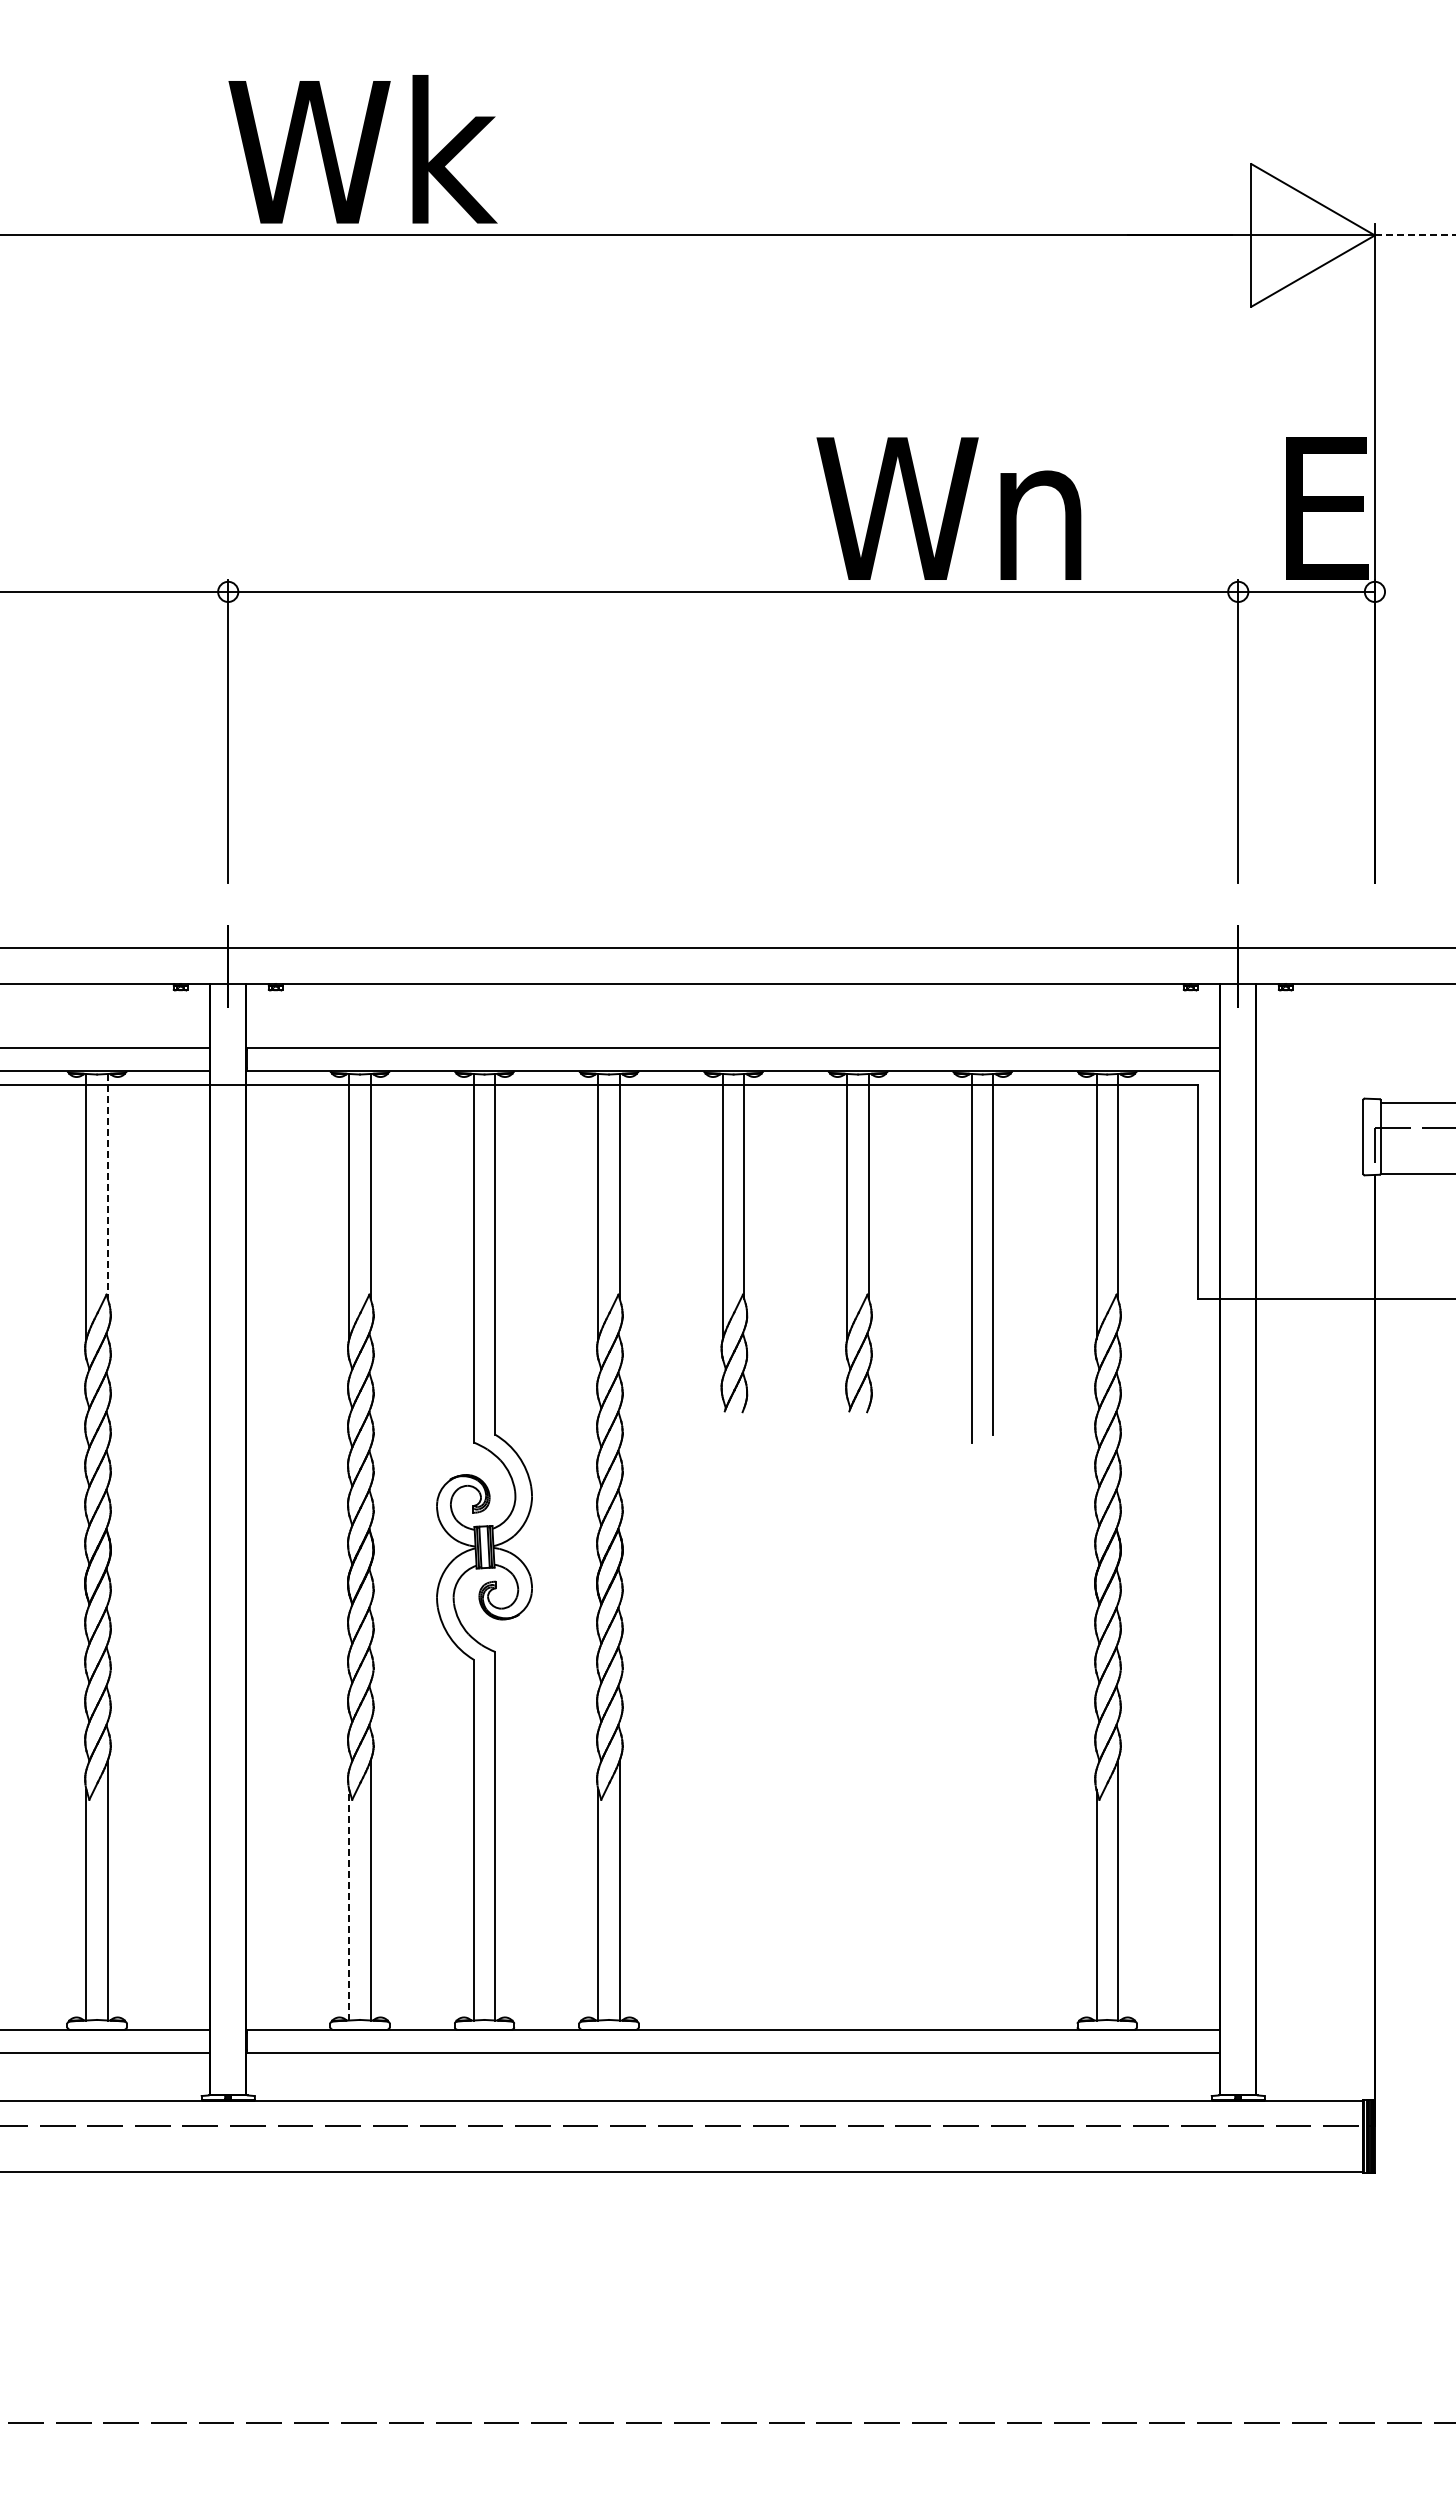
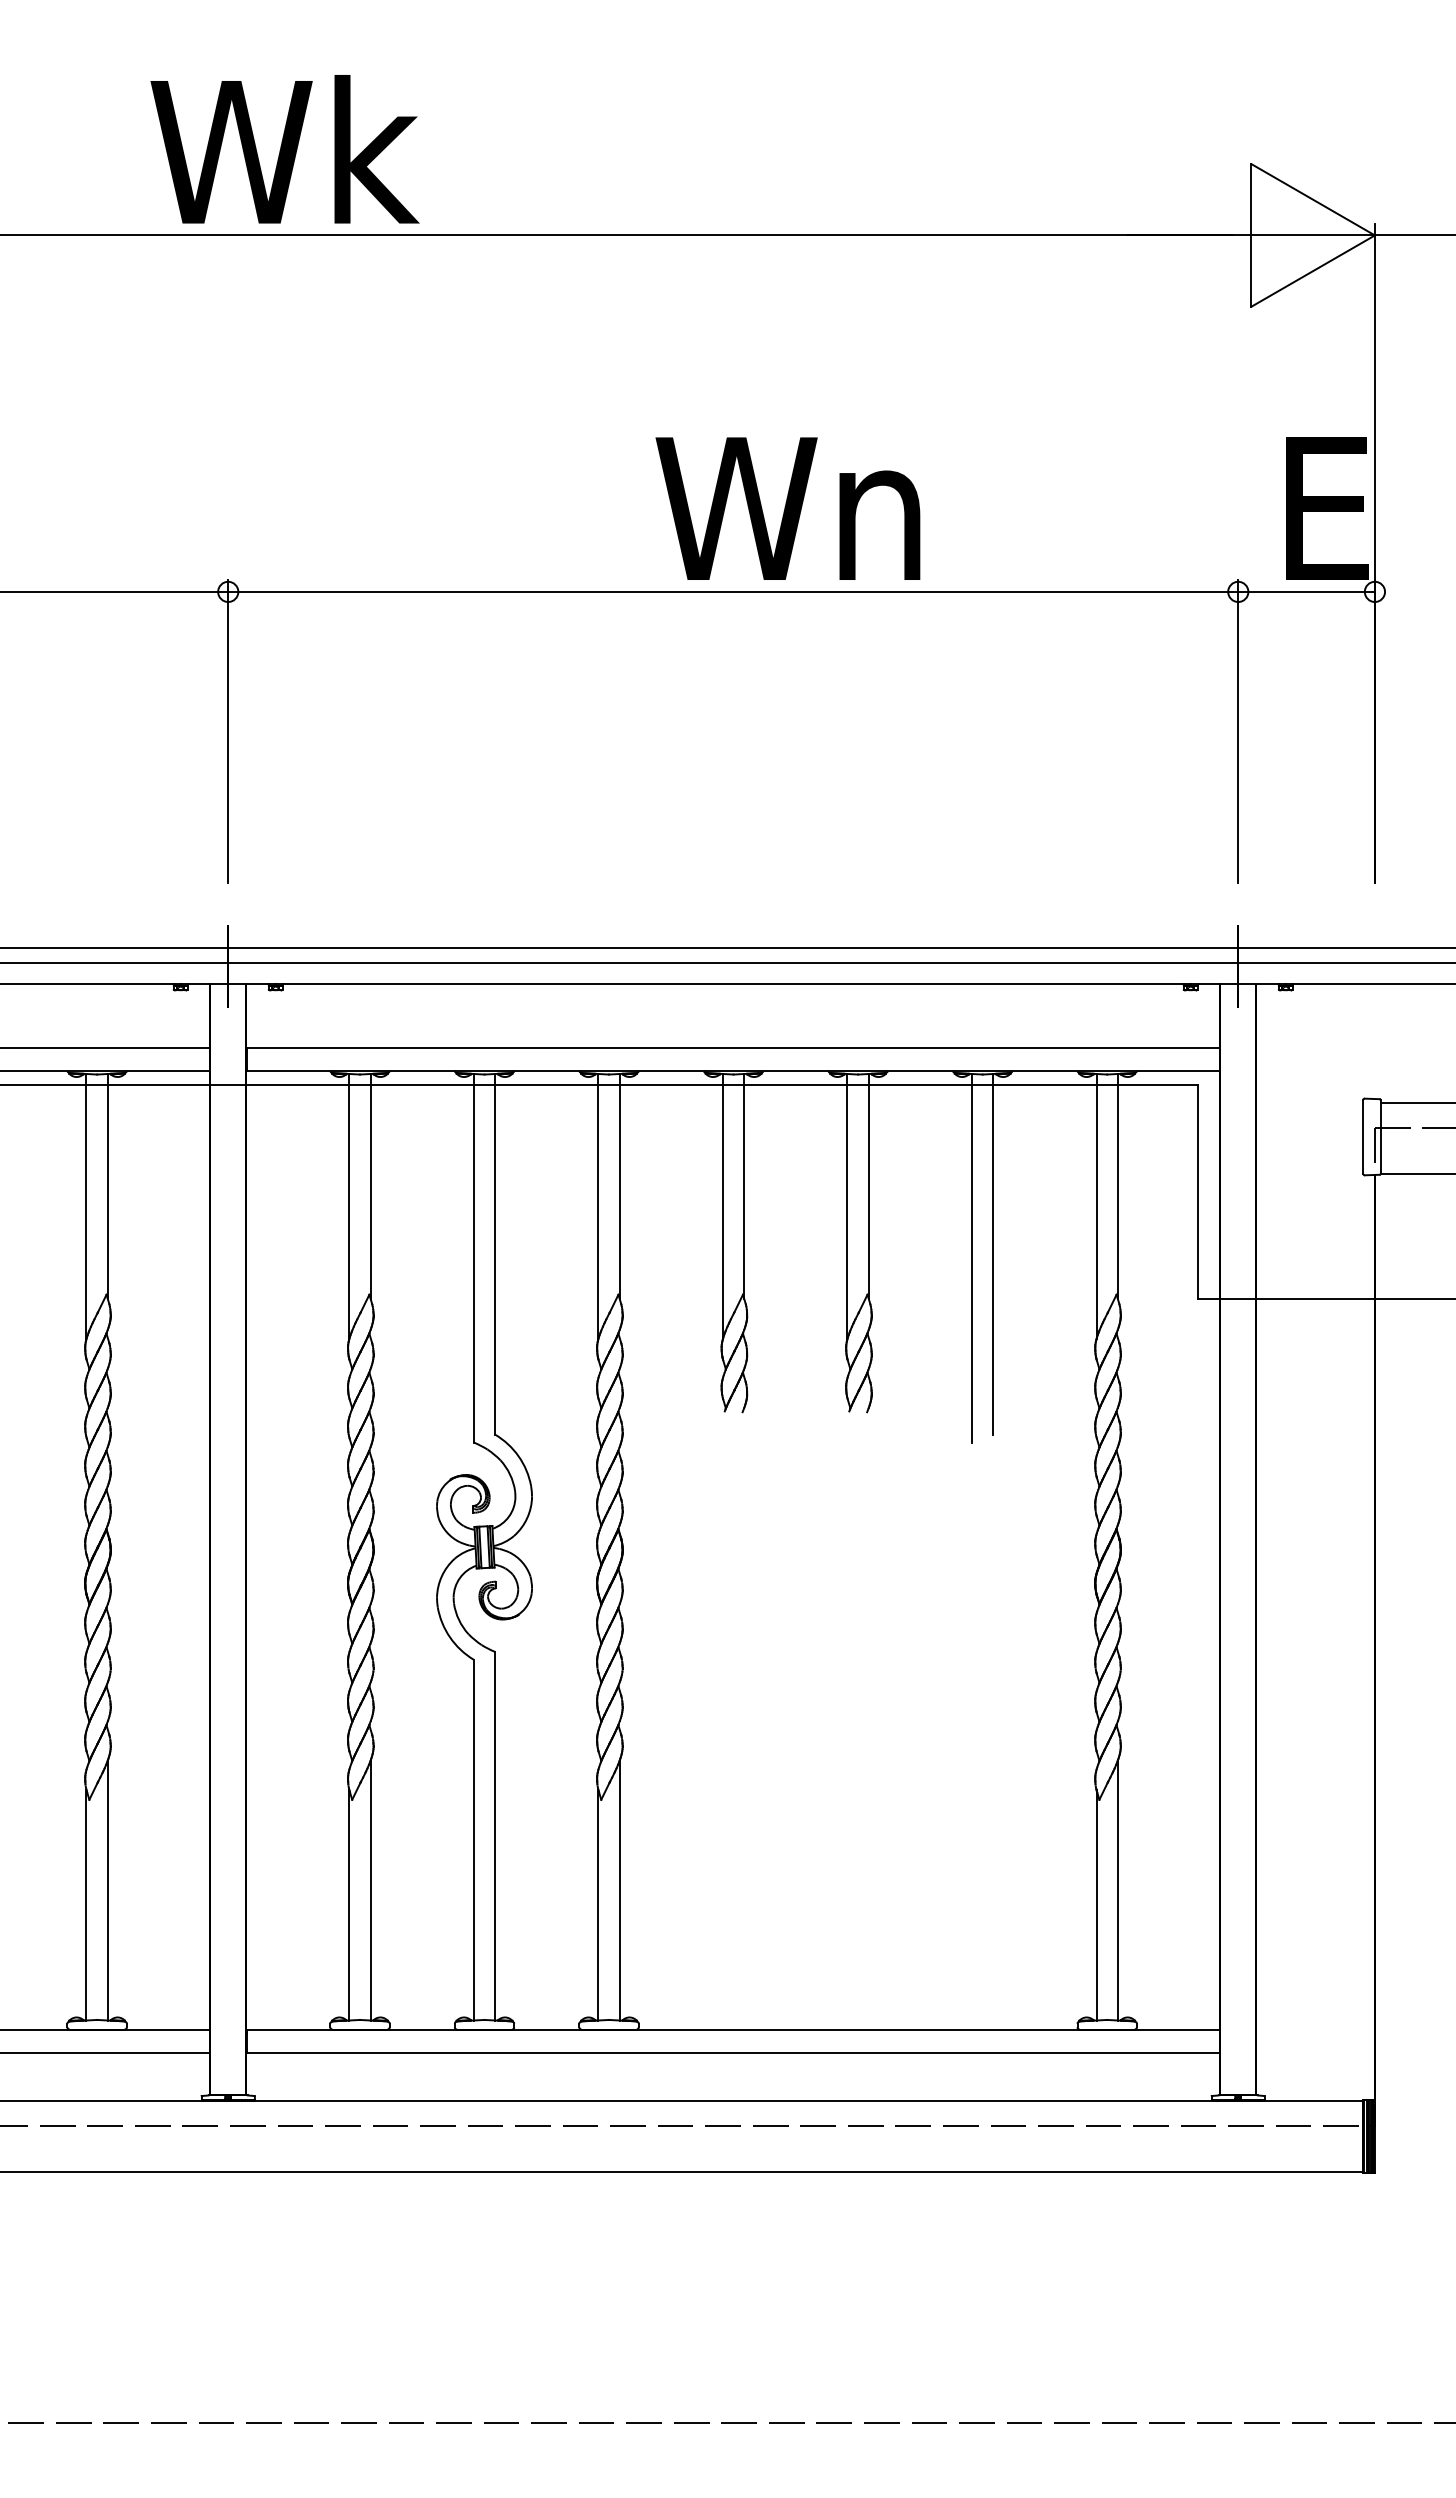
text at (362, 149) position: (362, 149) -> (284, 149)
line at (1415, 235): dashed -> solid
text at (948, 508) position: (948, 508) -> (787, 508)
line at (727, 962): none -> present
line at (107, 1186): dashed -> solid
line at (349, 1904): dashed -> solid
